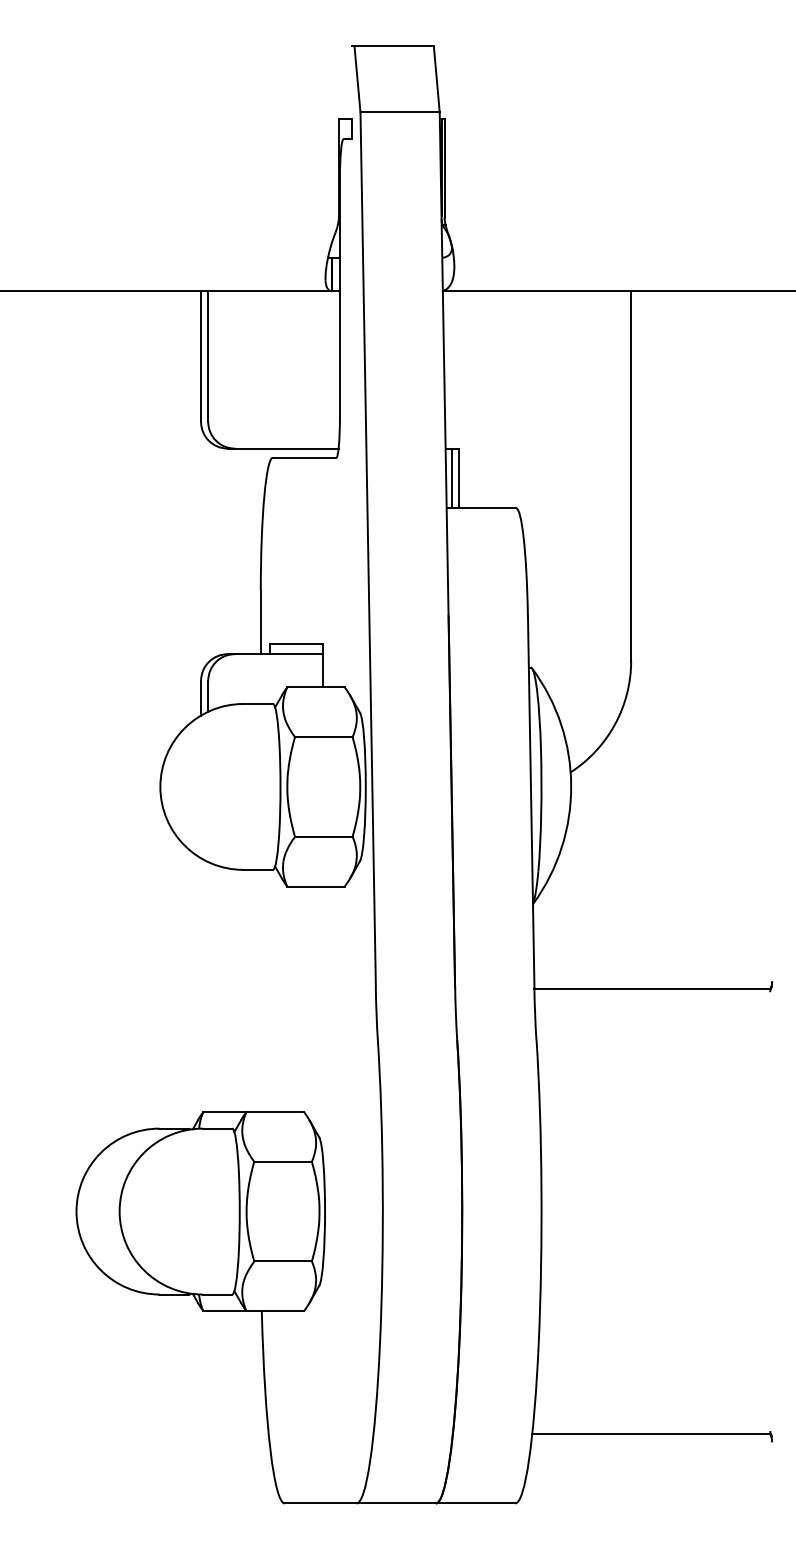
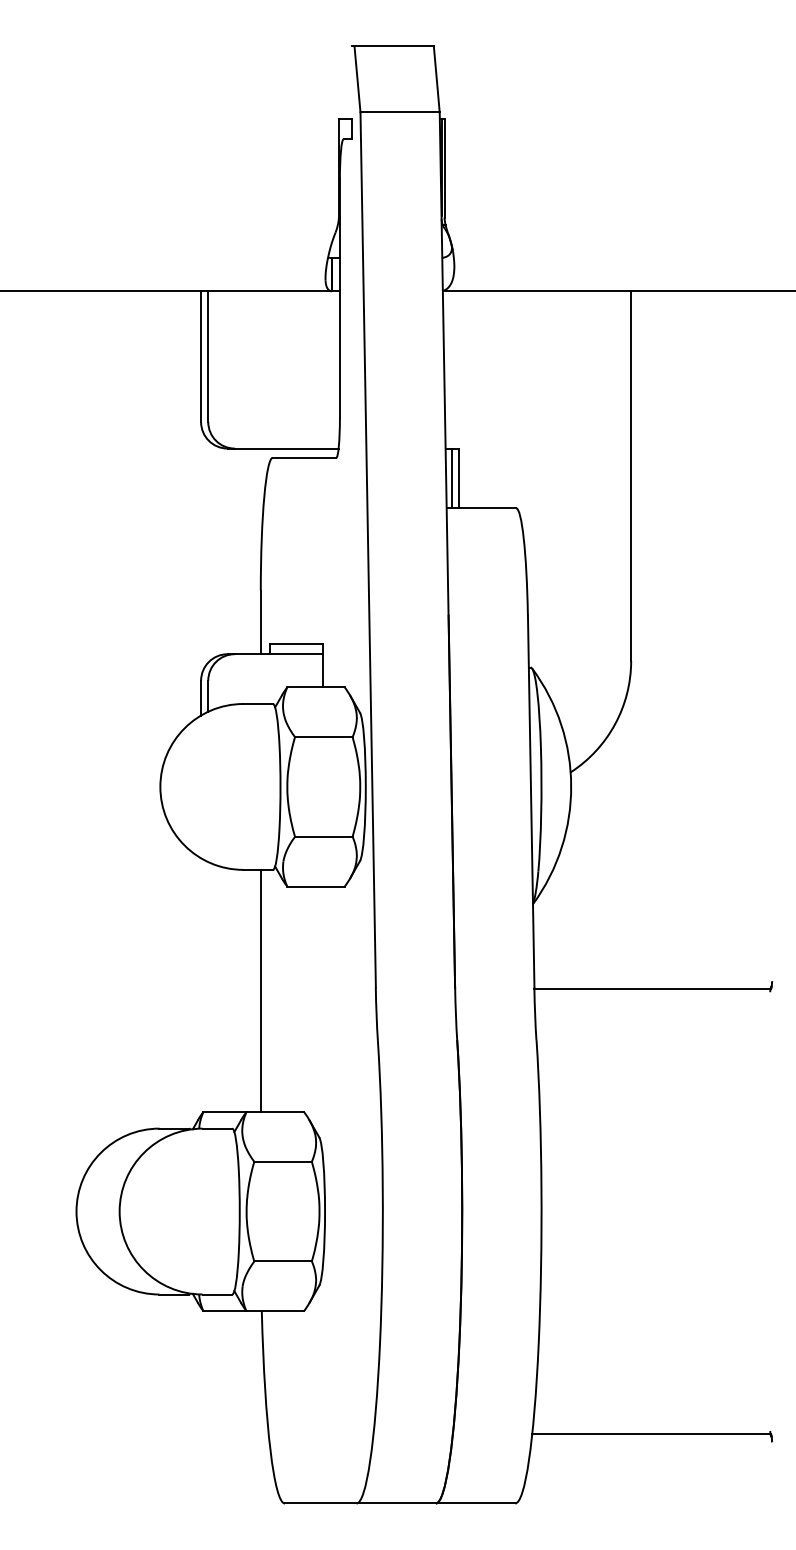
line at (260, 990): none -> present
